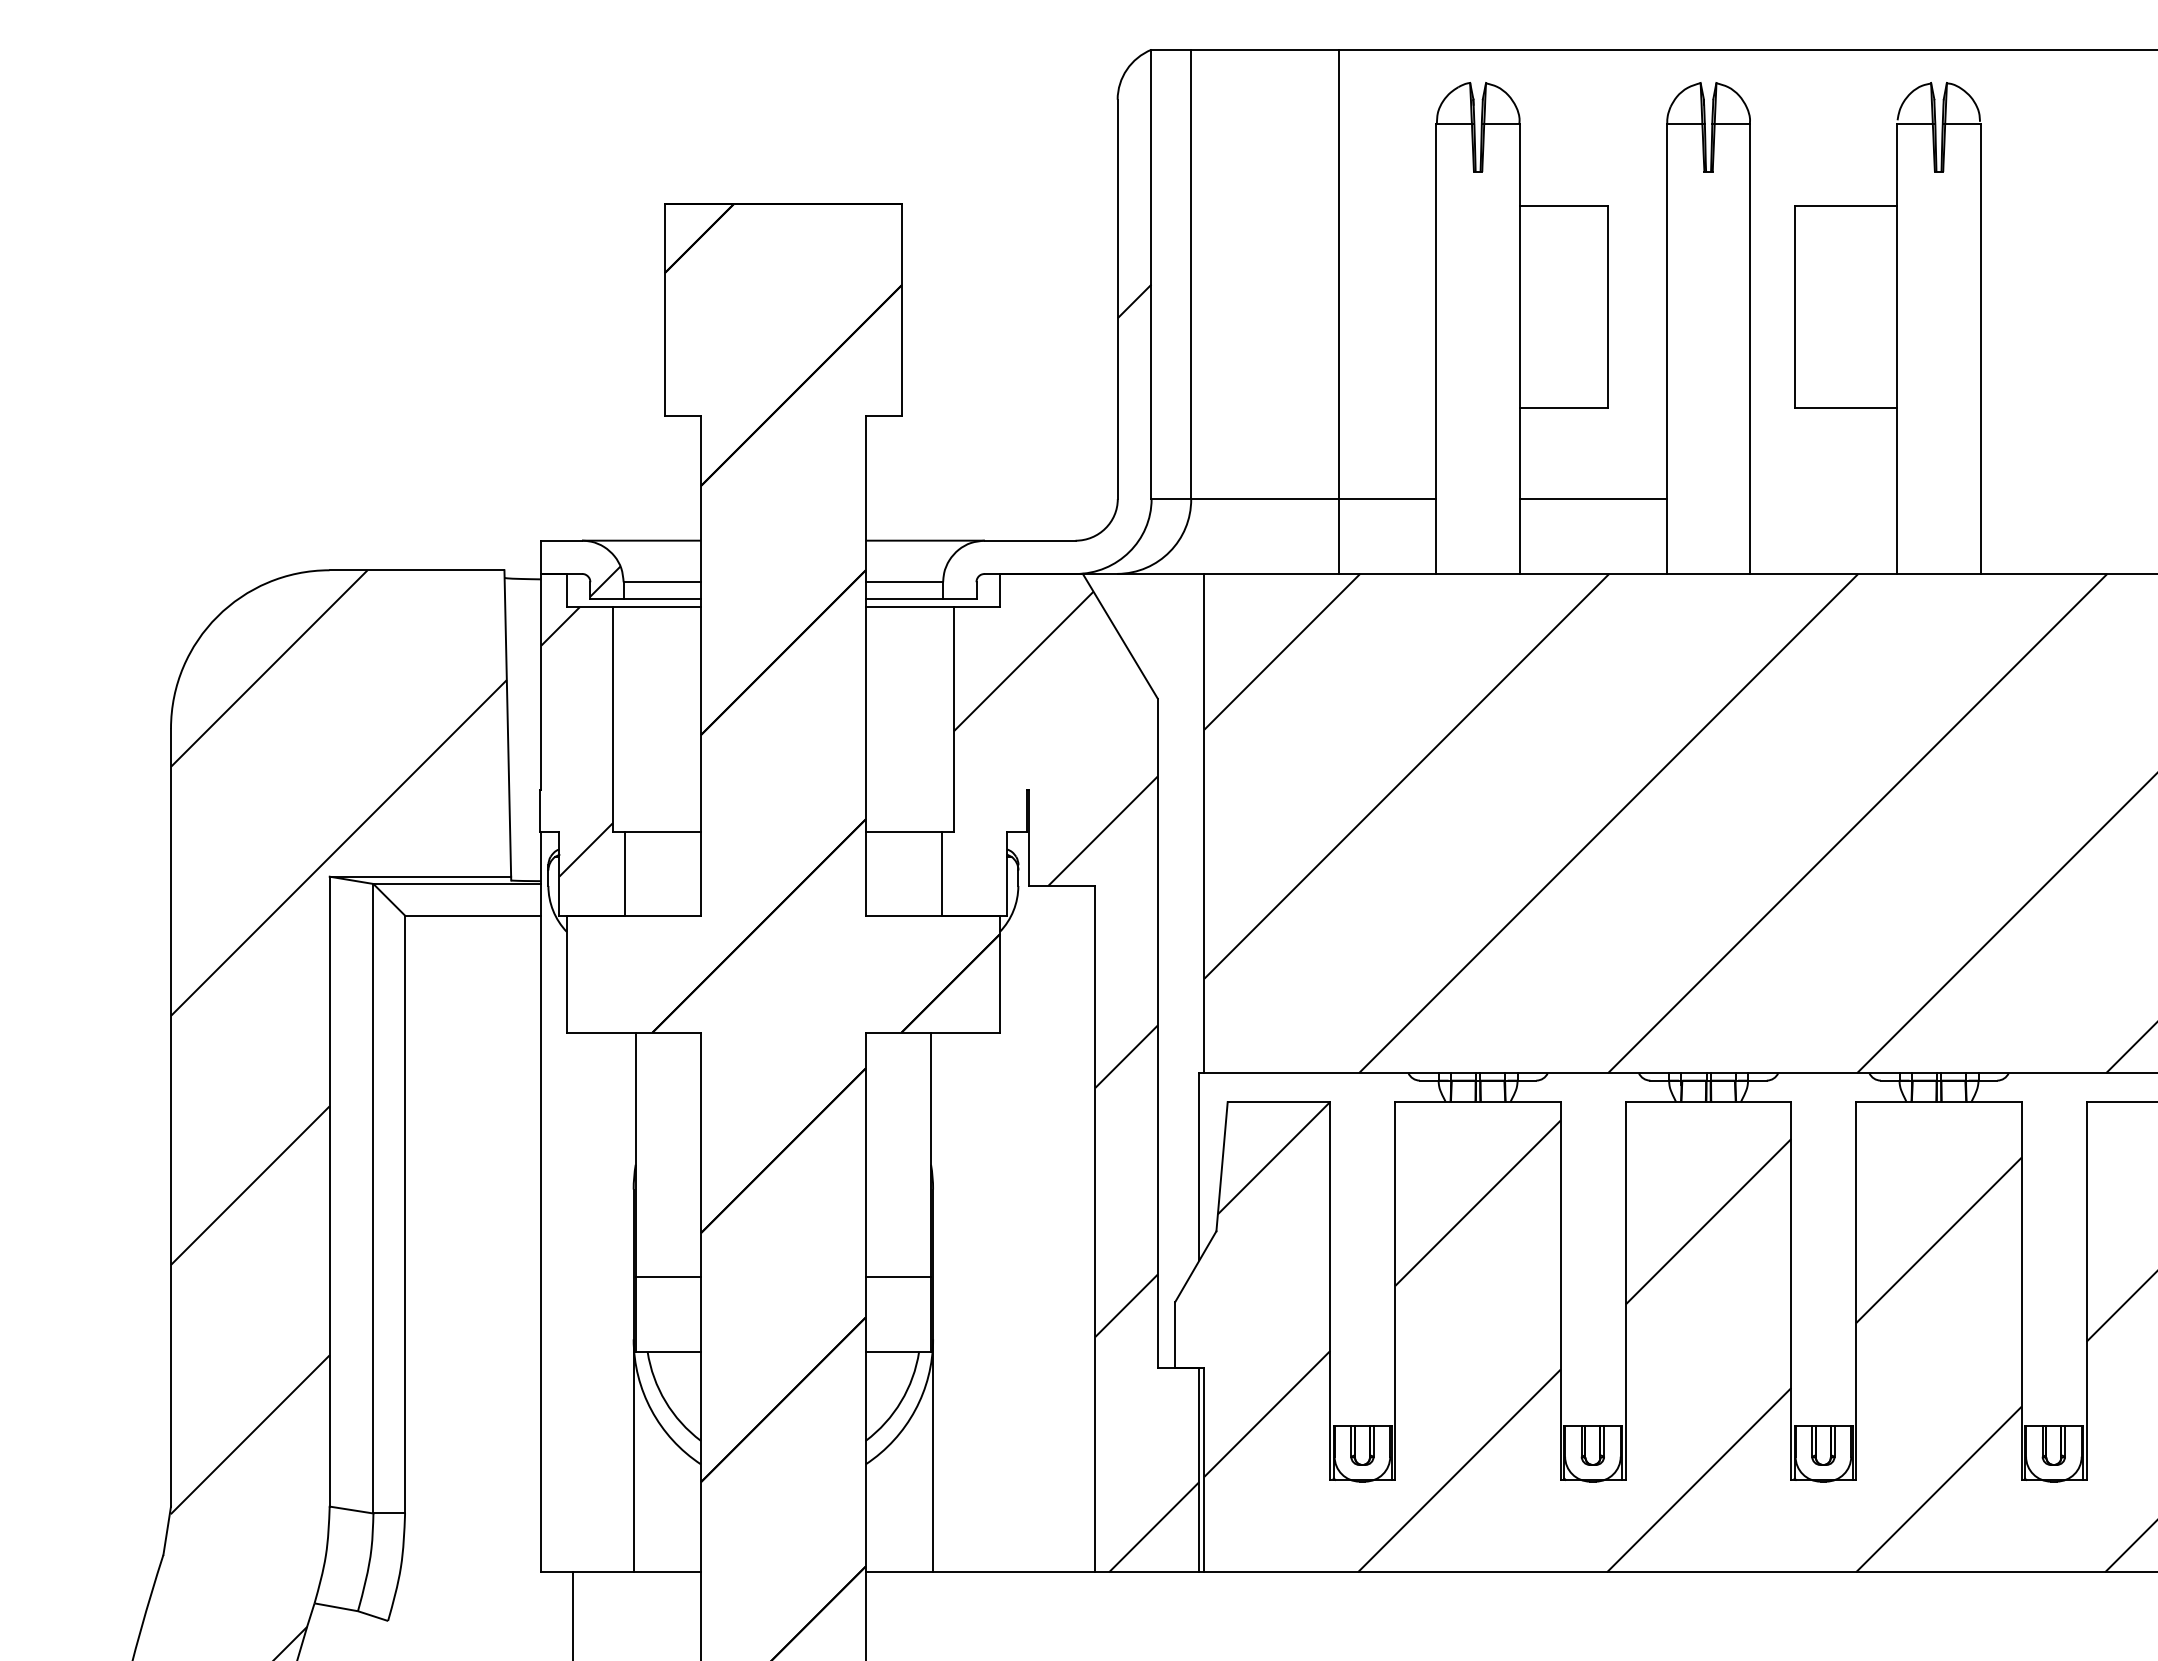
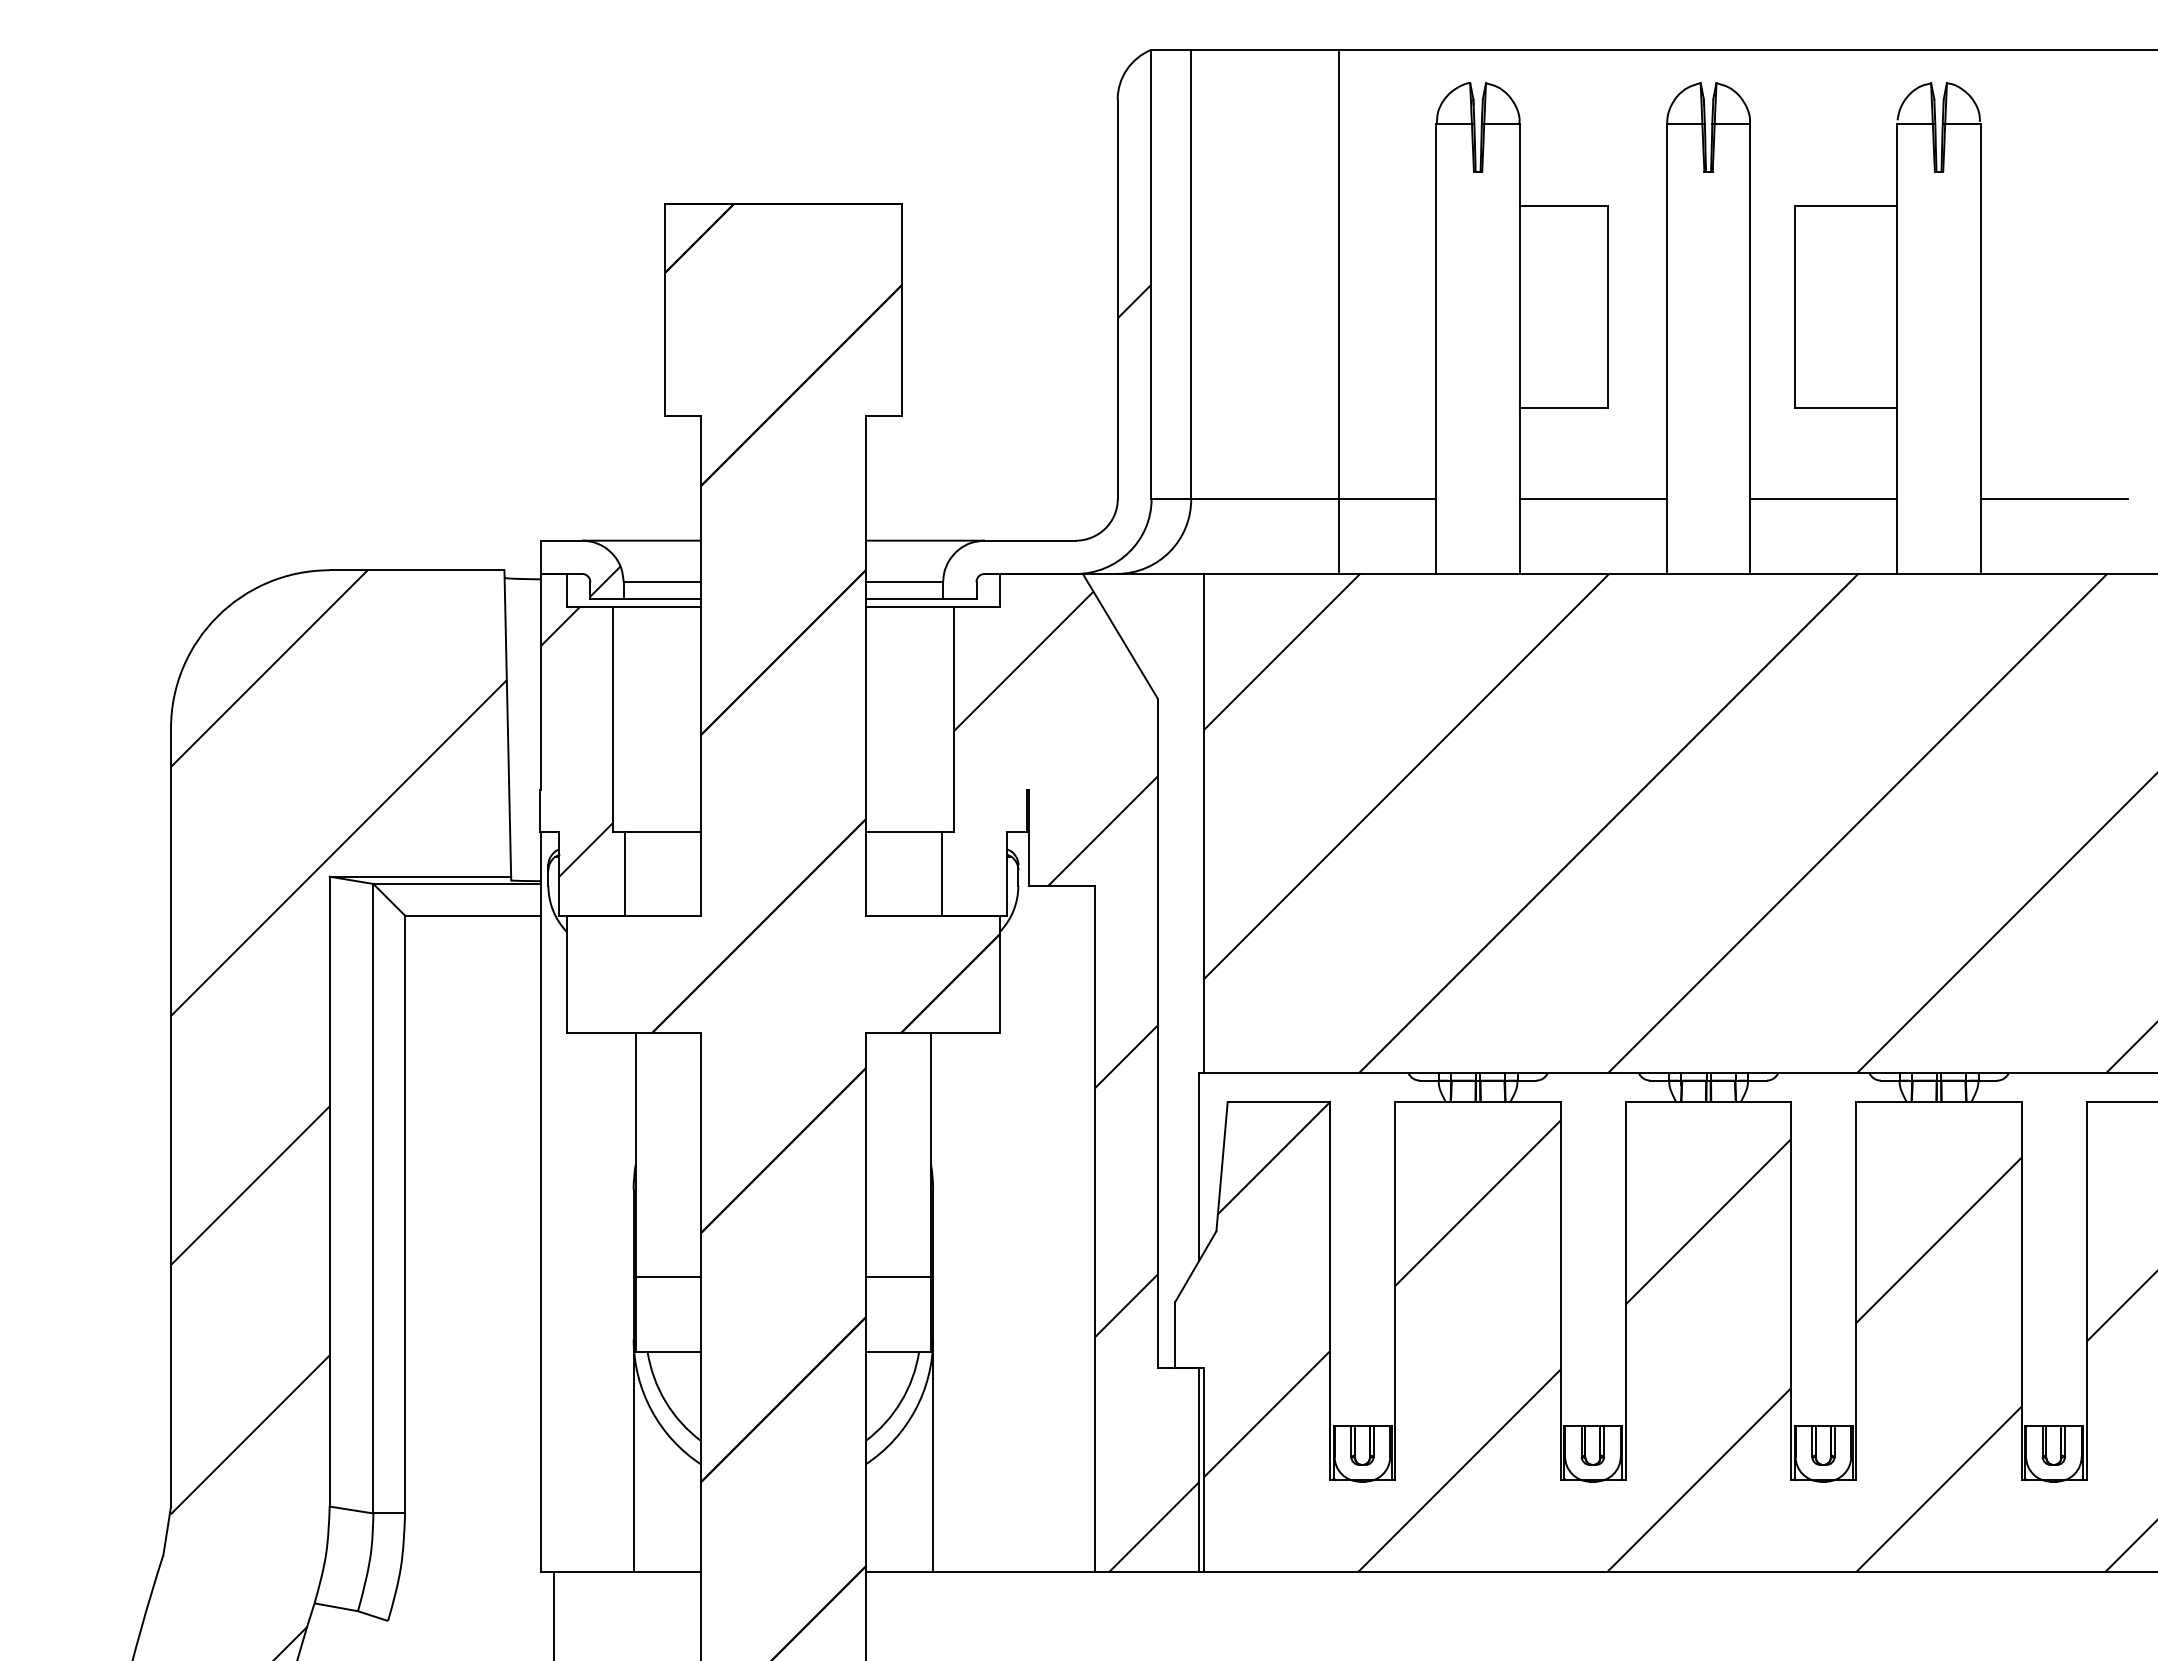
line at (1823, 499): none -> present
line at (2053, 499): none -> present
line at (573, 1614) position: (573, 1614) -> (554, 1614)
